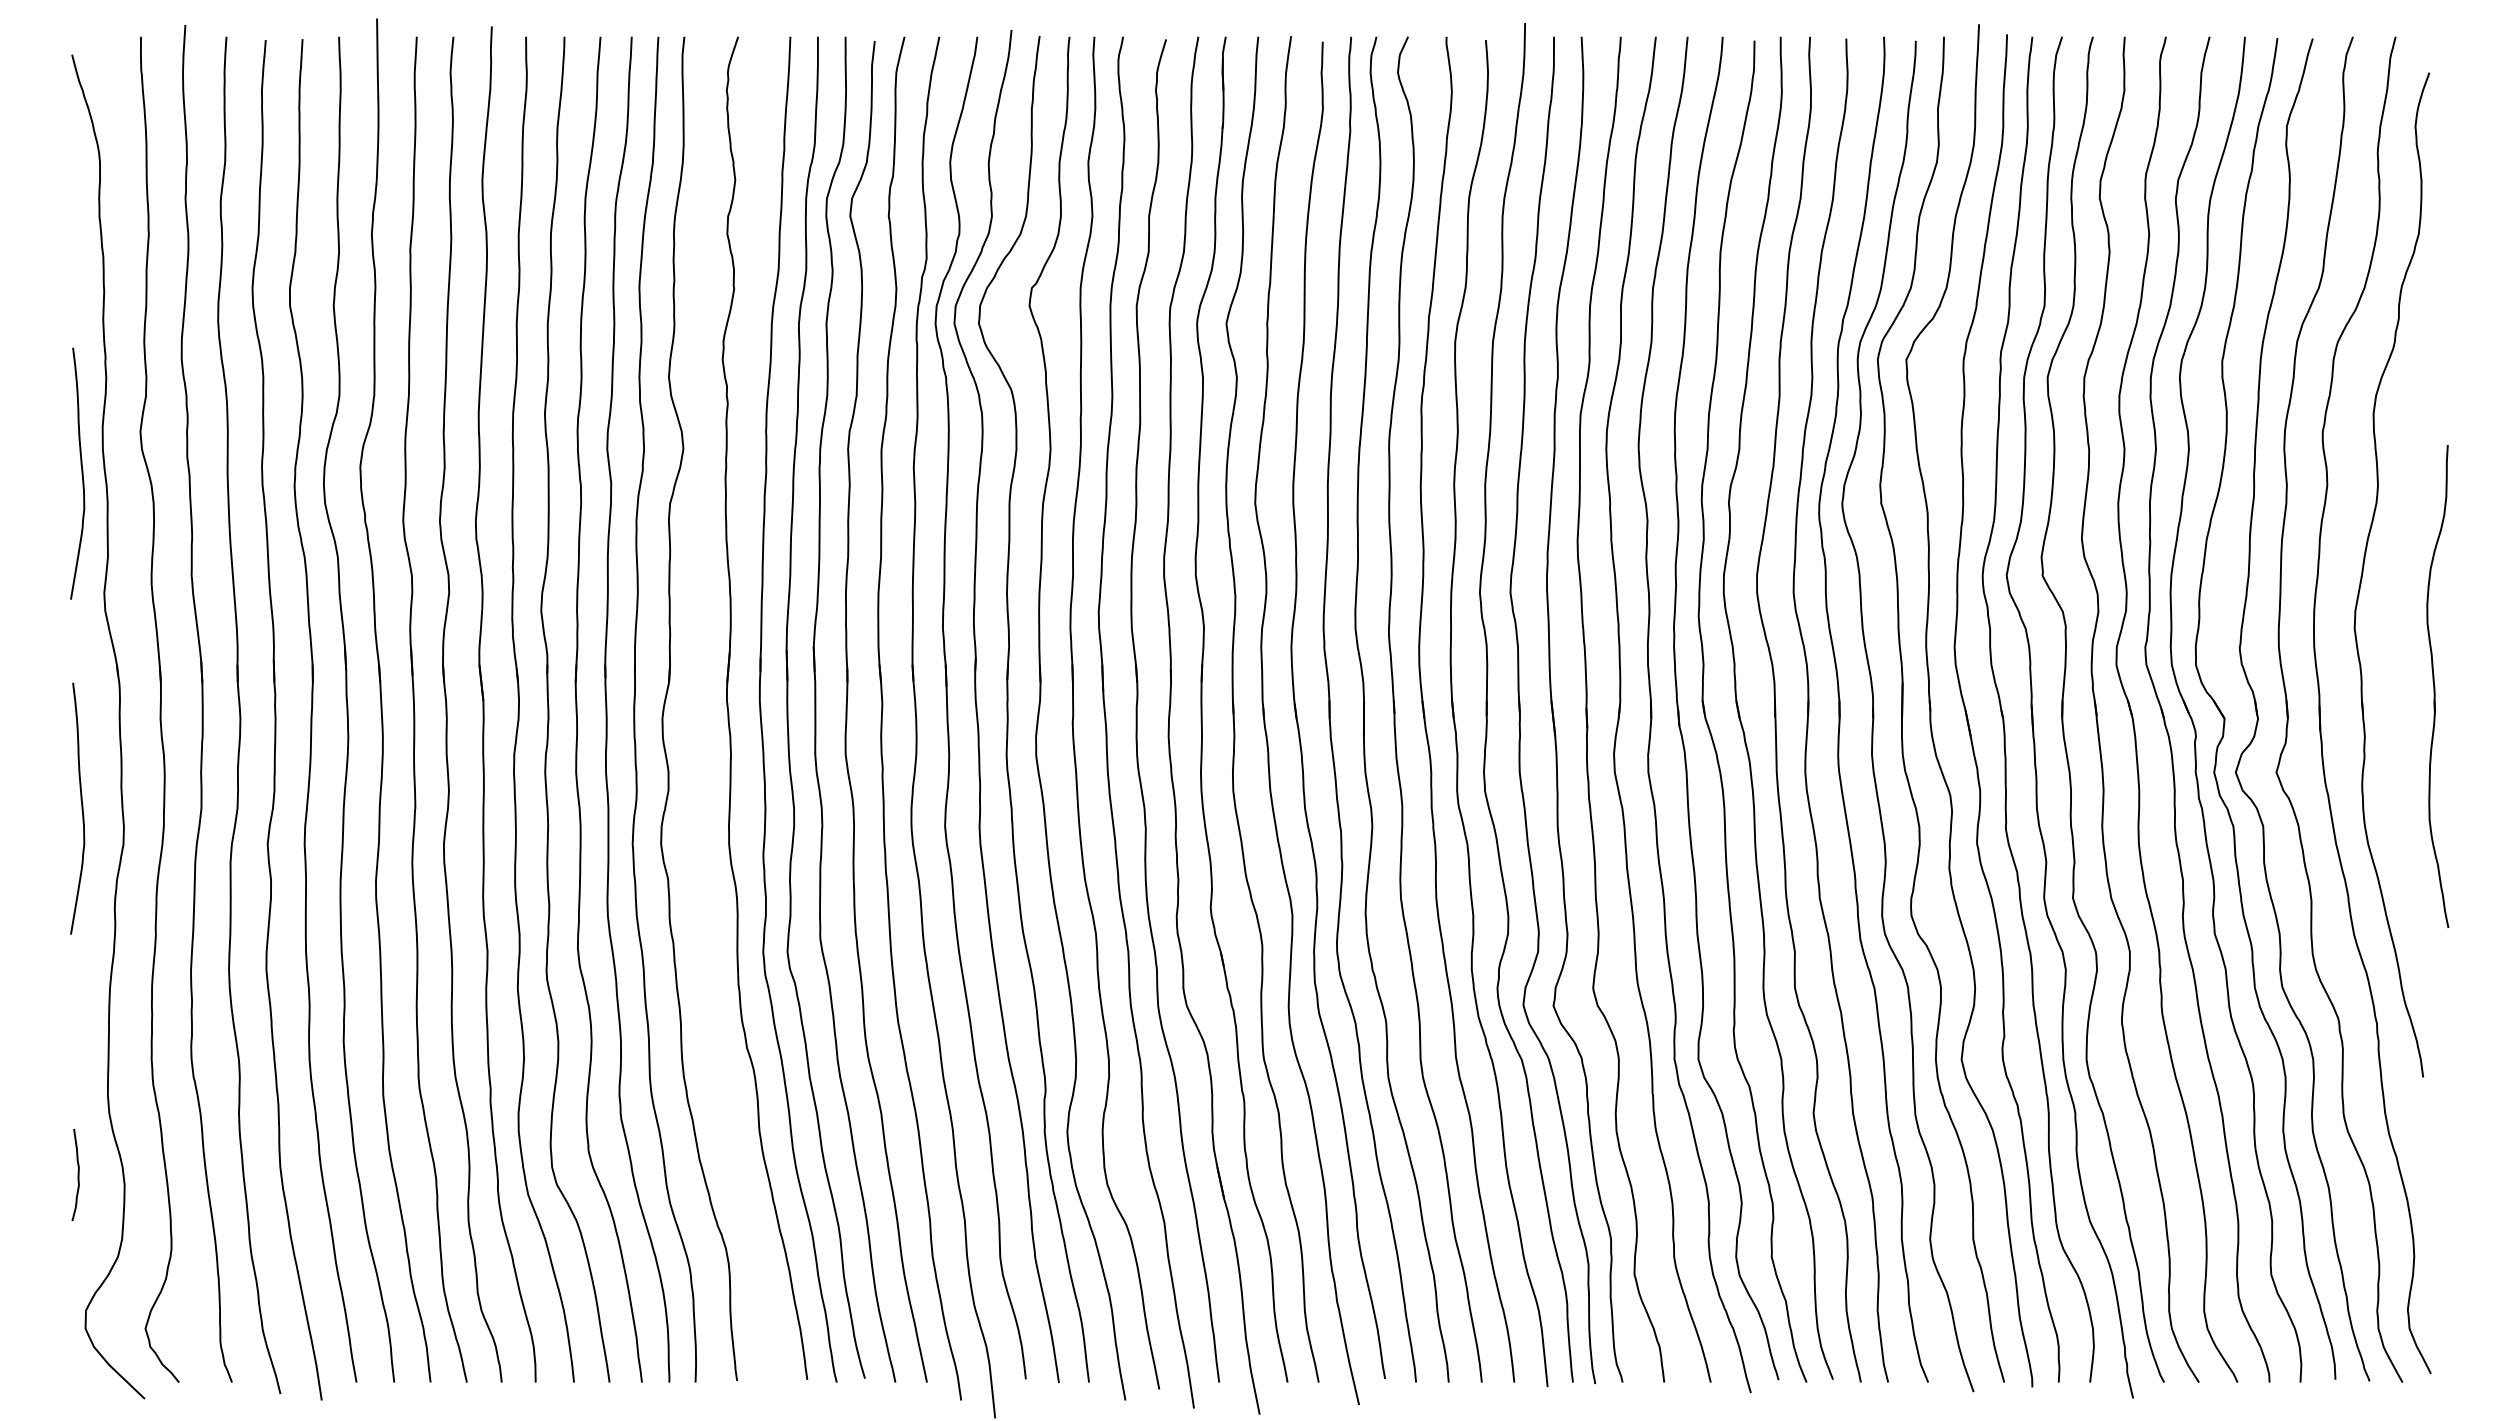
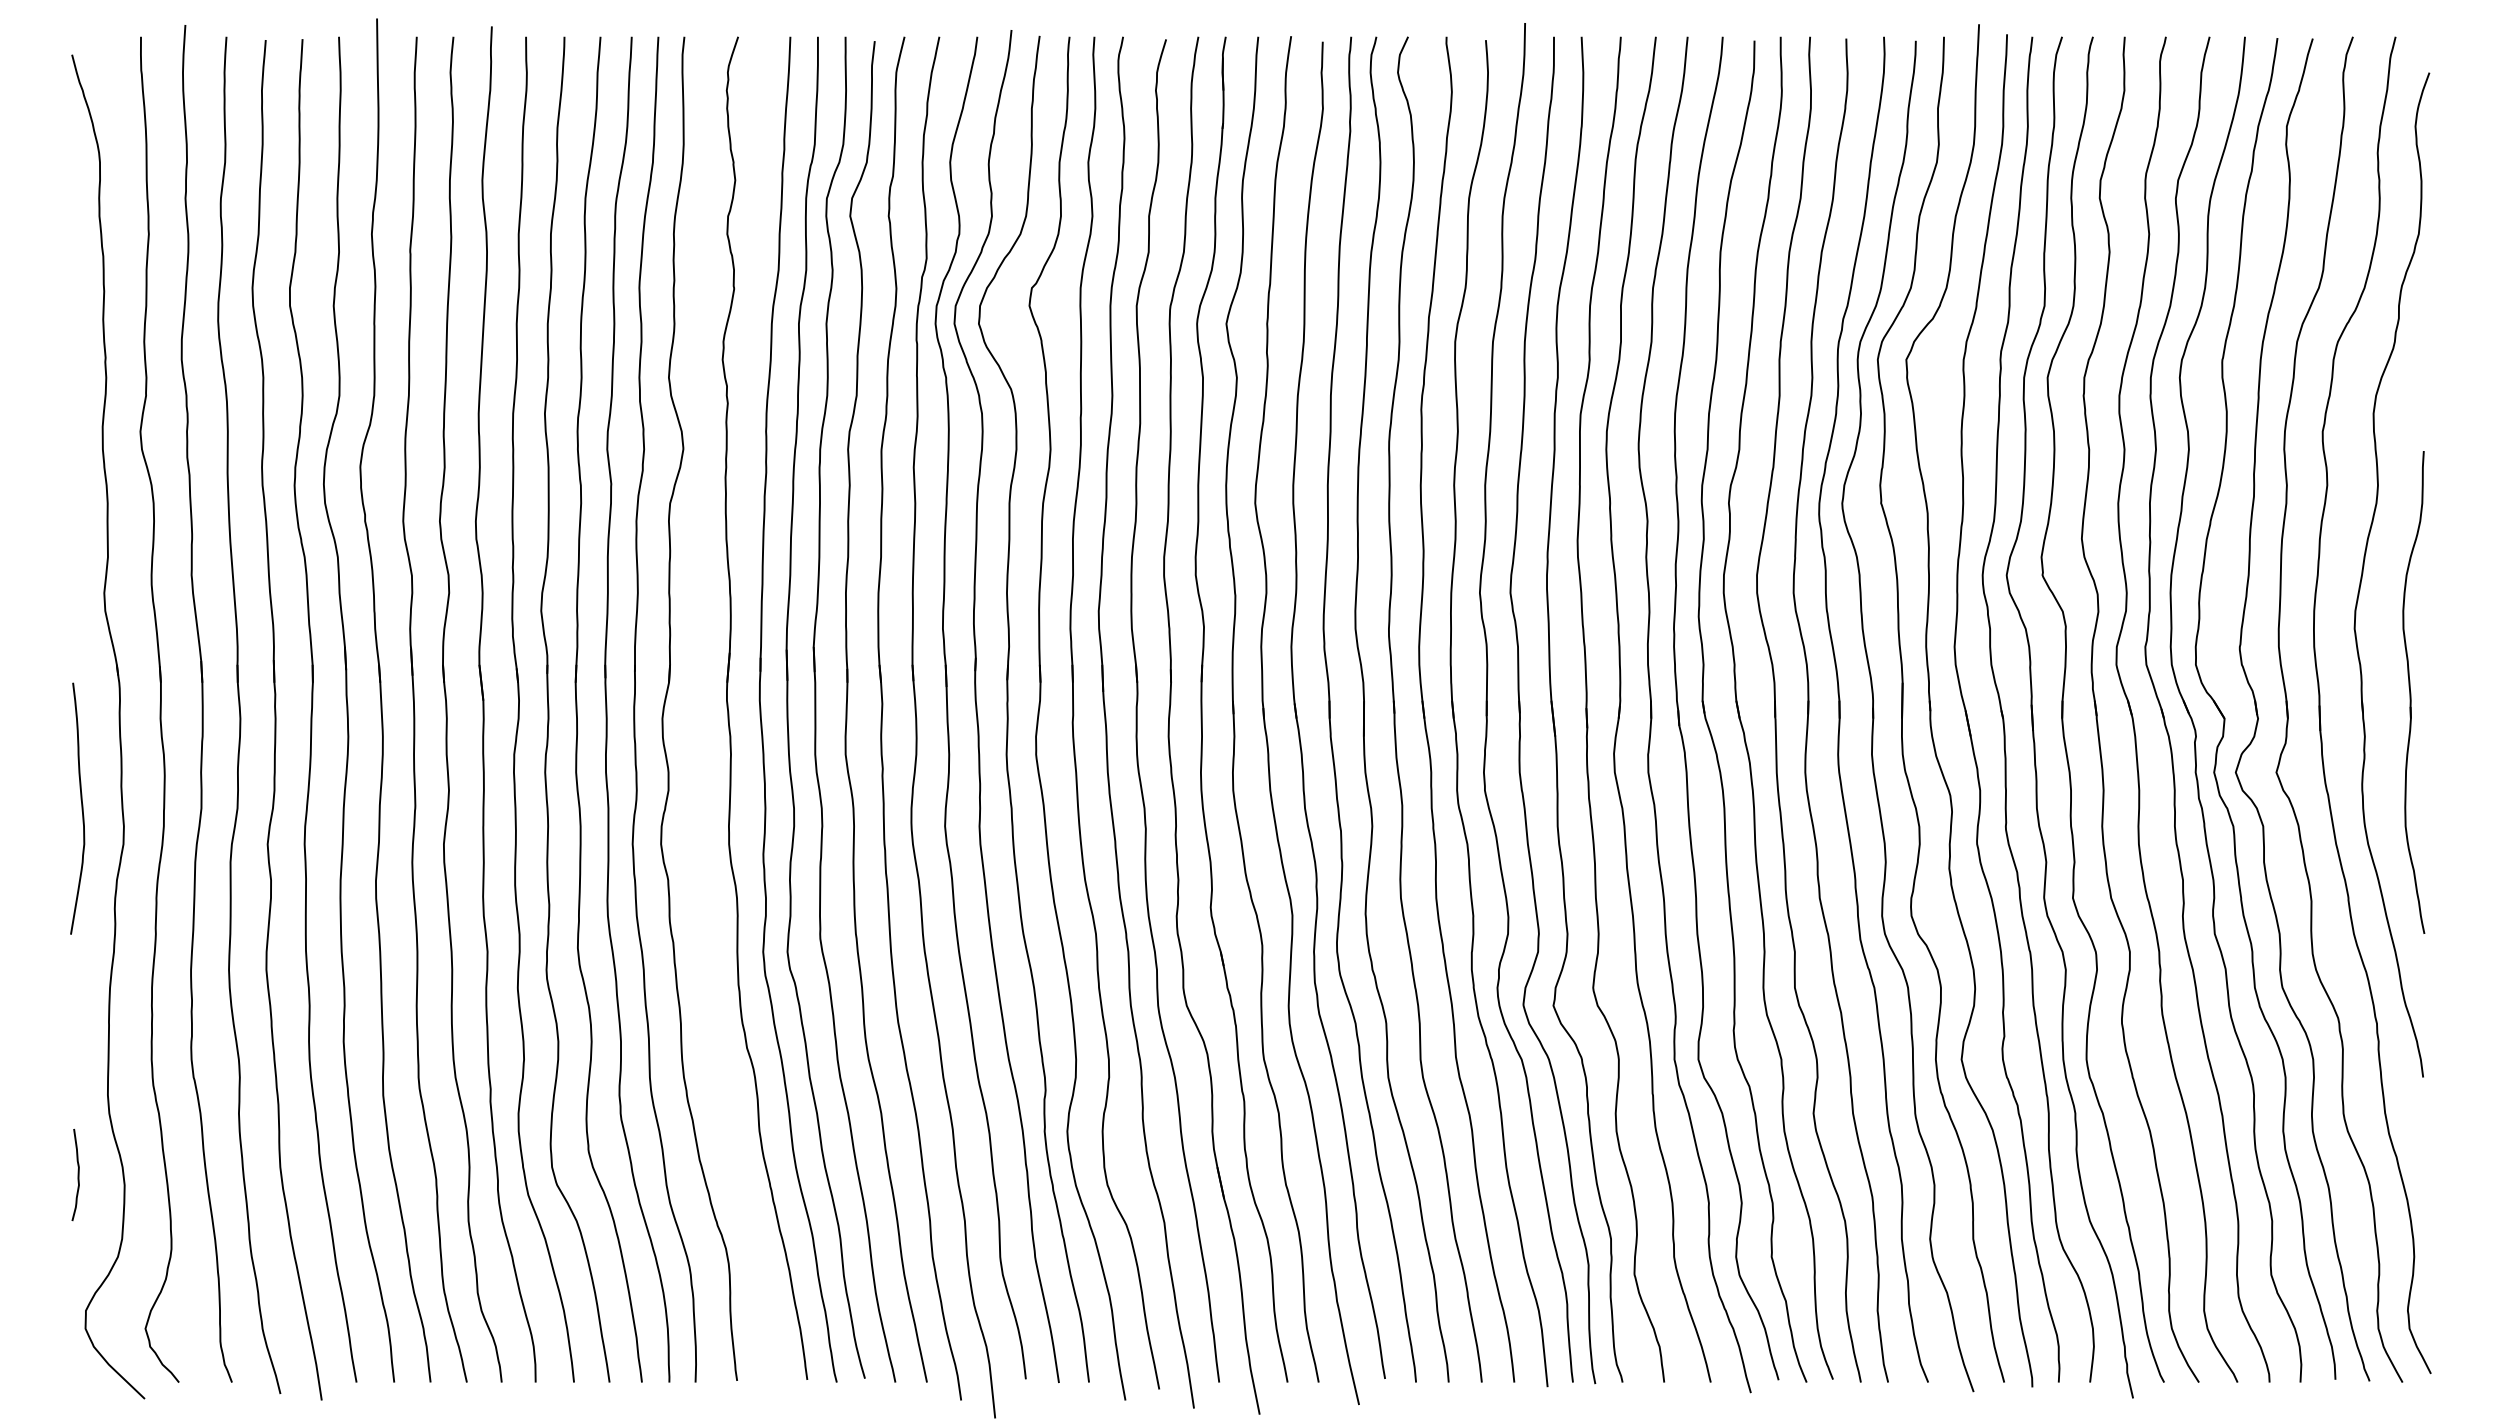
curve at (81, 473): present -> none
part at (2437, 686) position: (2437, 686) -> (2413, 692)
